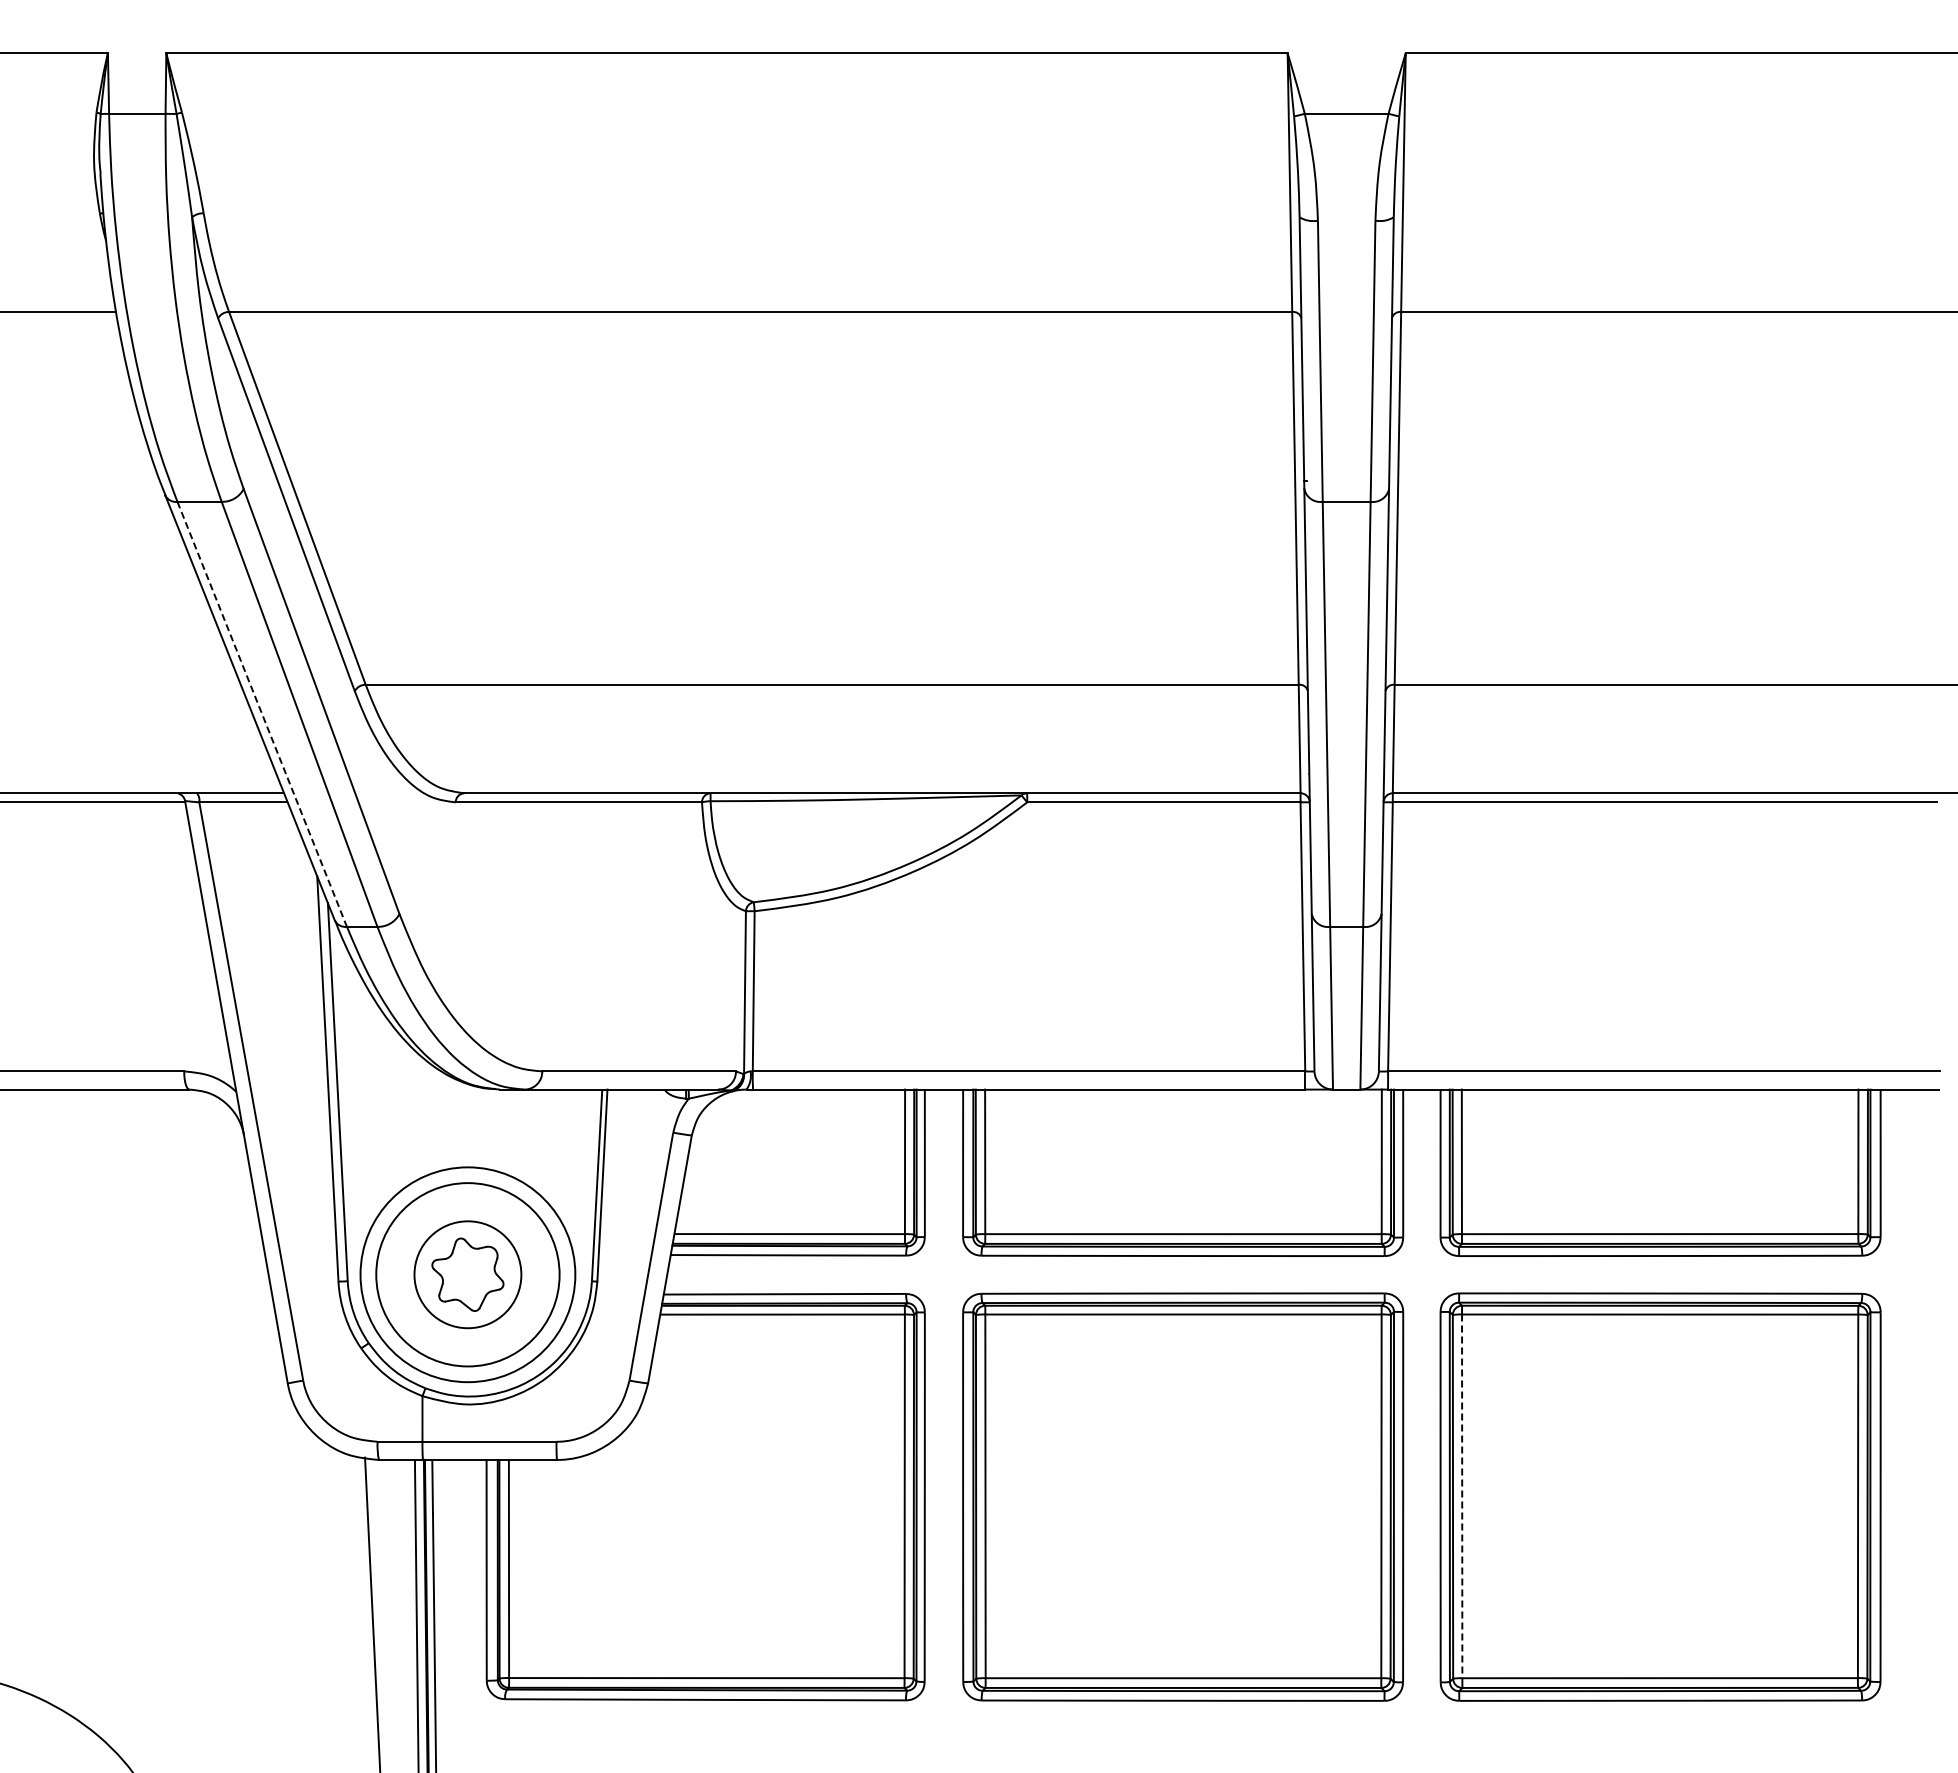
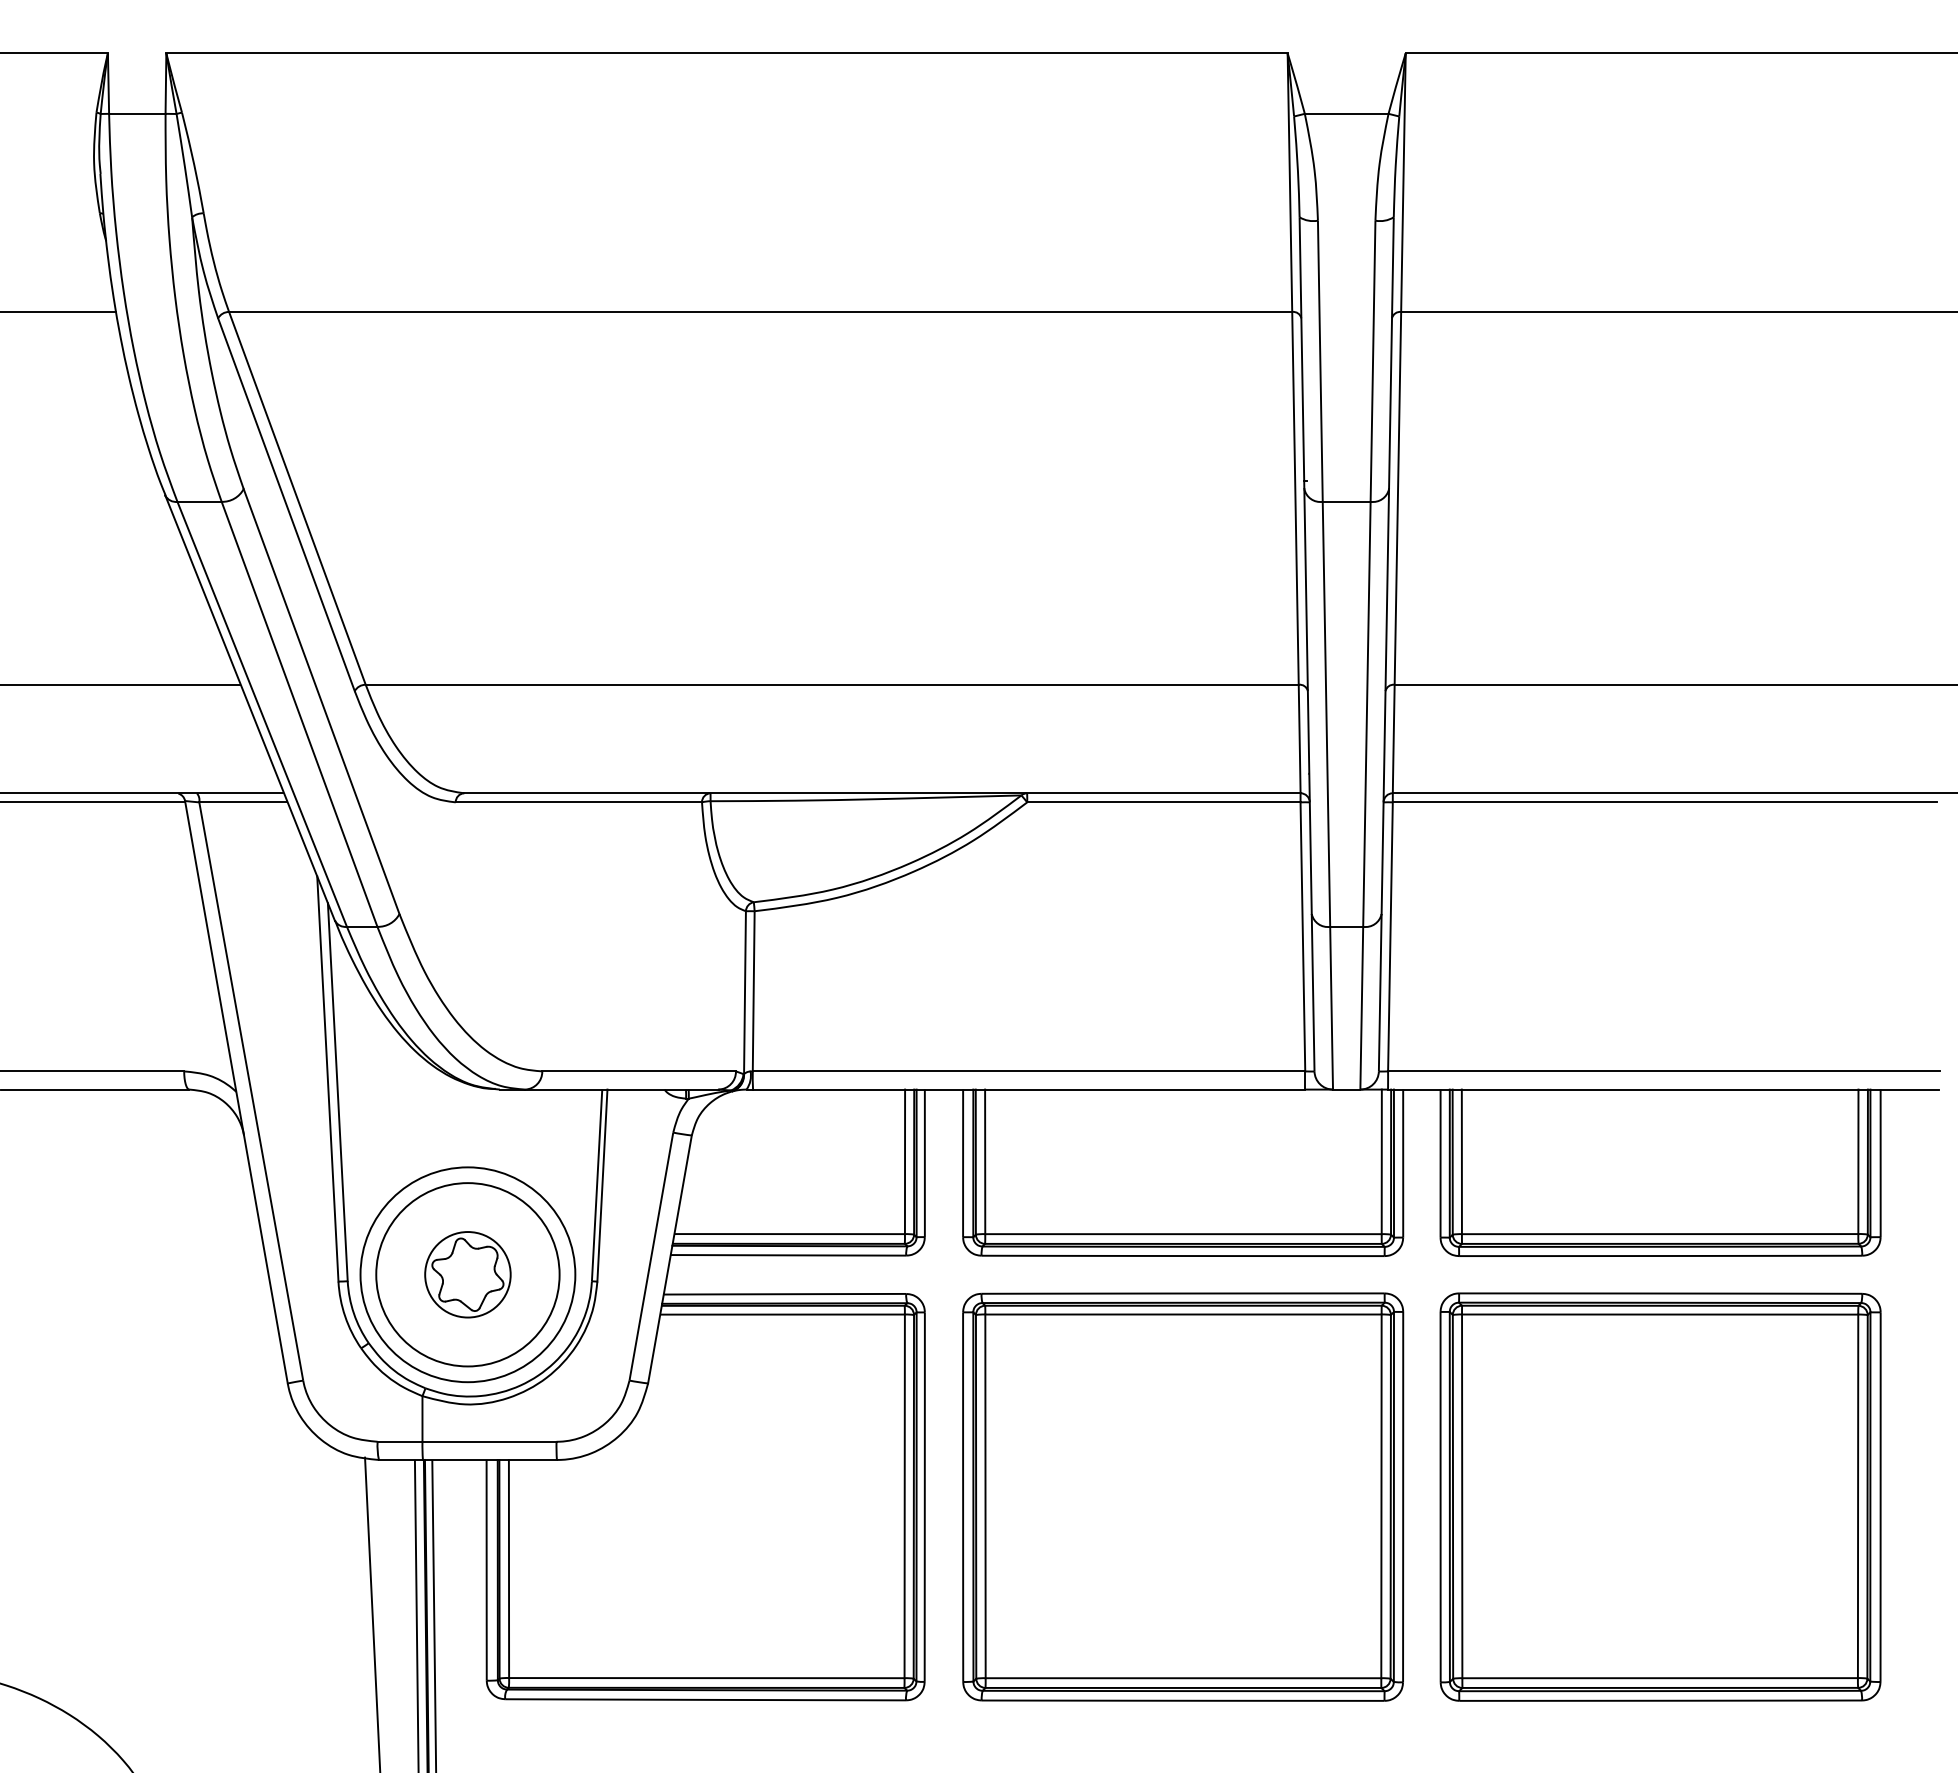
line at (121, 684): none -> present
line at (261, 713): dashed -> solid
circle at (467, 1274) diameter: 107 px -> 86 px
line at (1462, 1496): dashed -> solid
